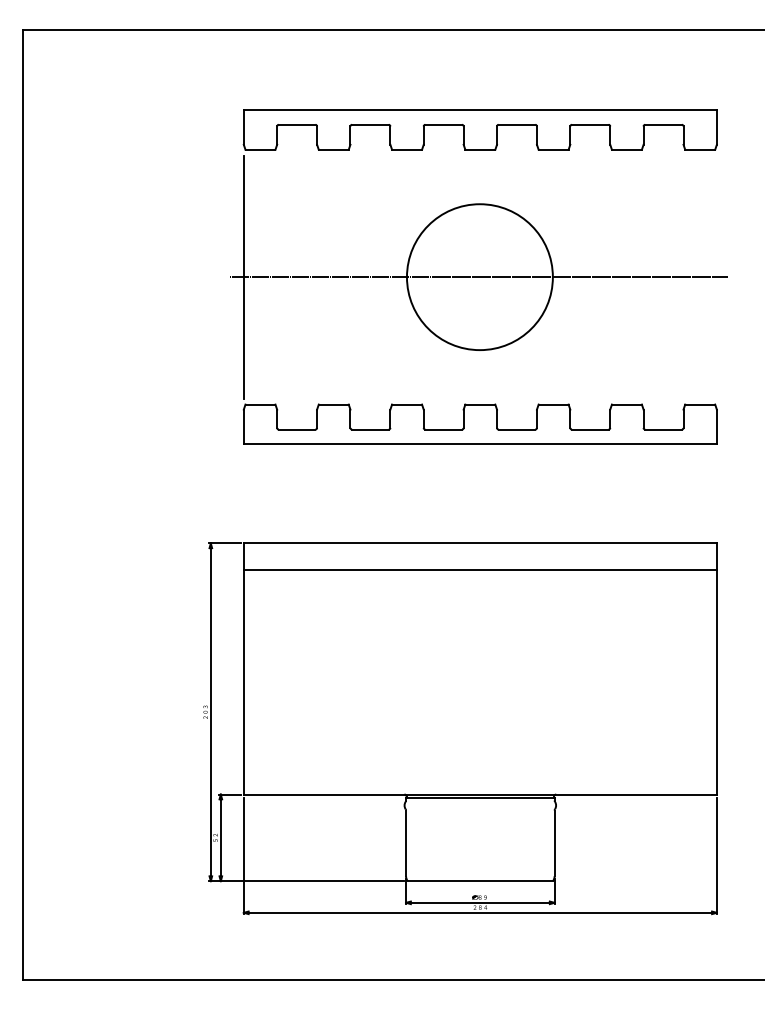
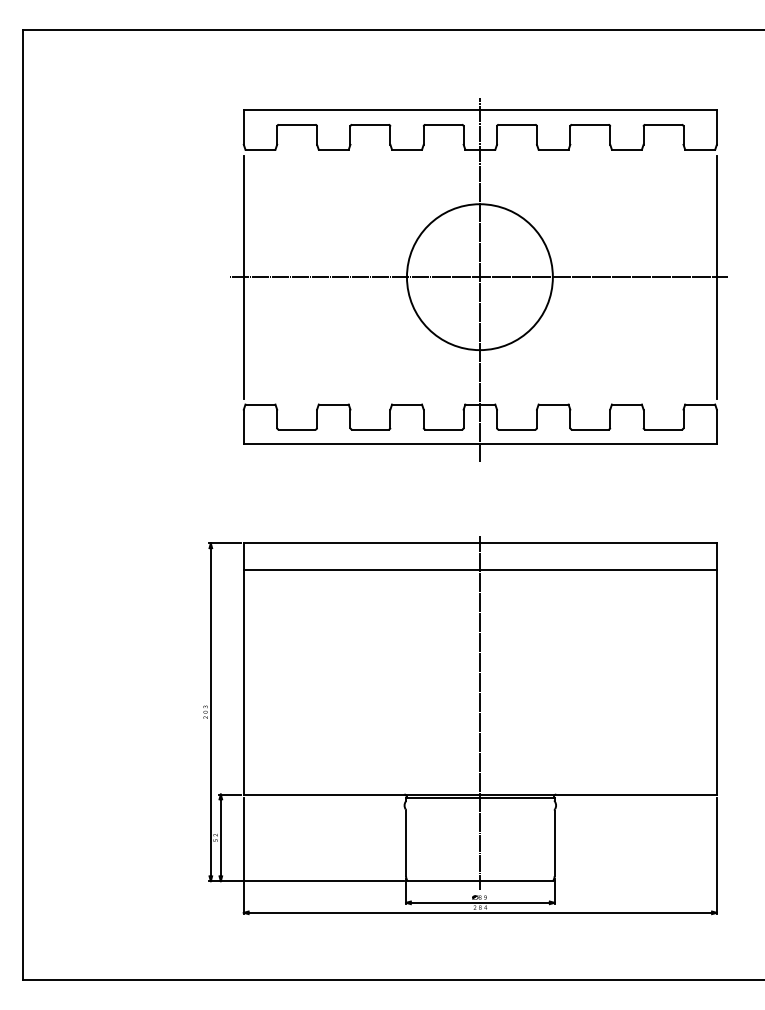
line at (716, 276): none -> present
line at (480, 279): none -> present
line at (480, 712): none -> present
